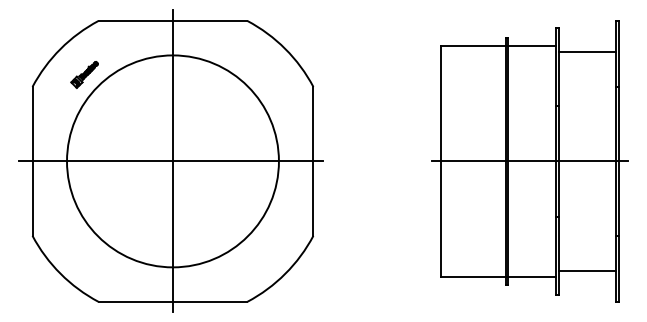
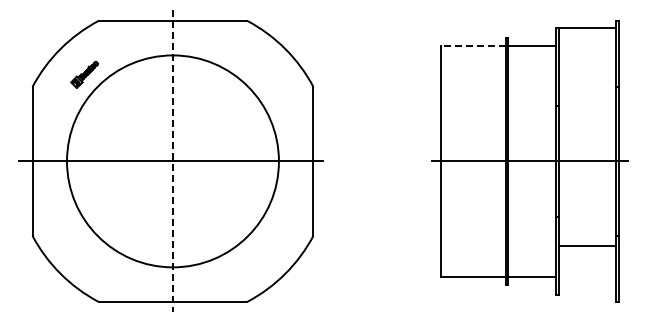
line at (472, 46): solid -> dashed
line at (586, 52) position: (586, 52) -> (586, 28)
line at (172, 161): solid -> dashed
line at (586, 270) position: (586, 270) -> (586, 245)
